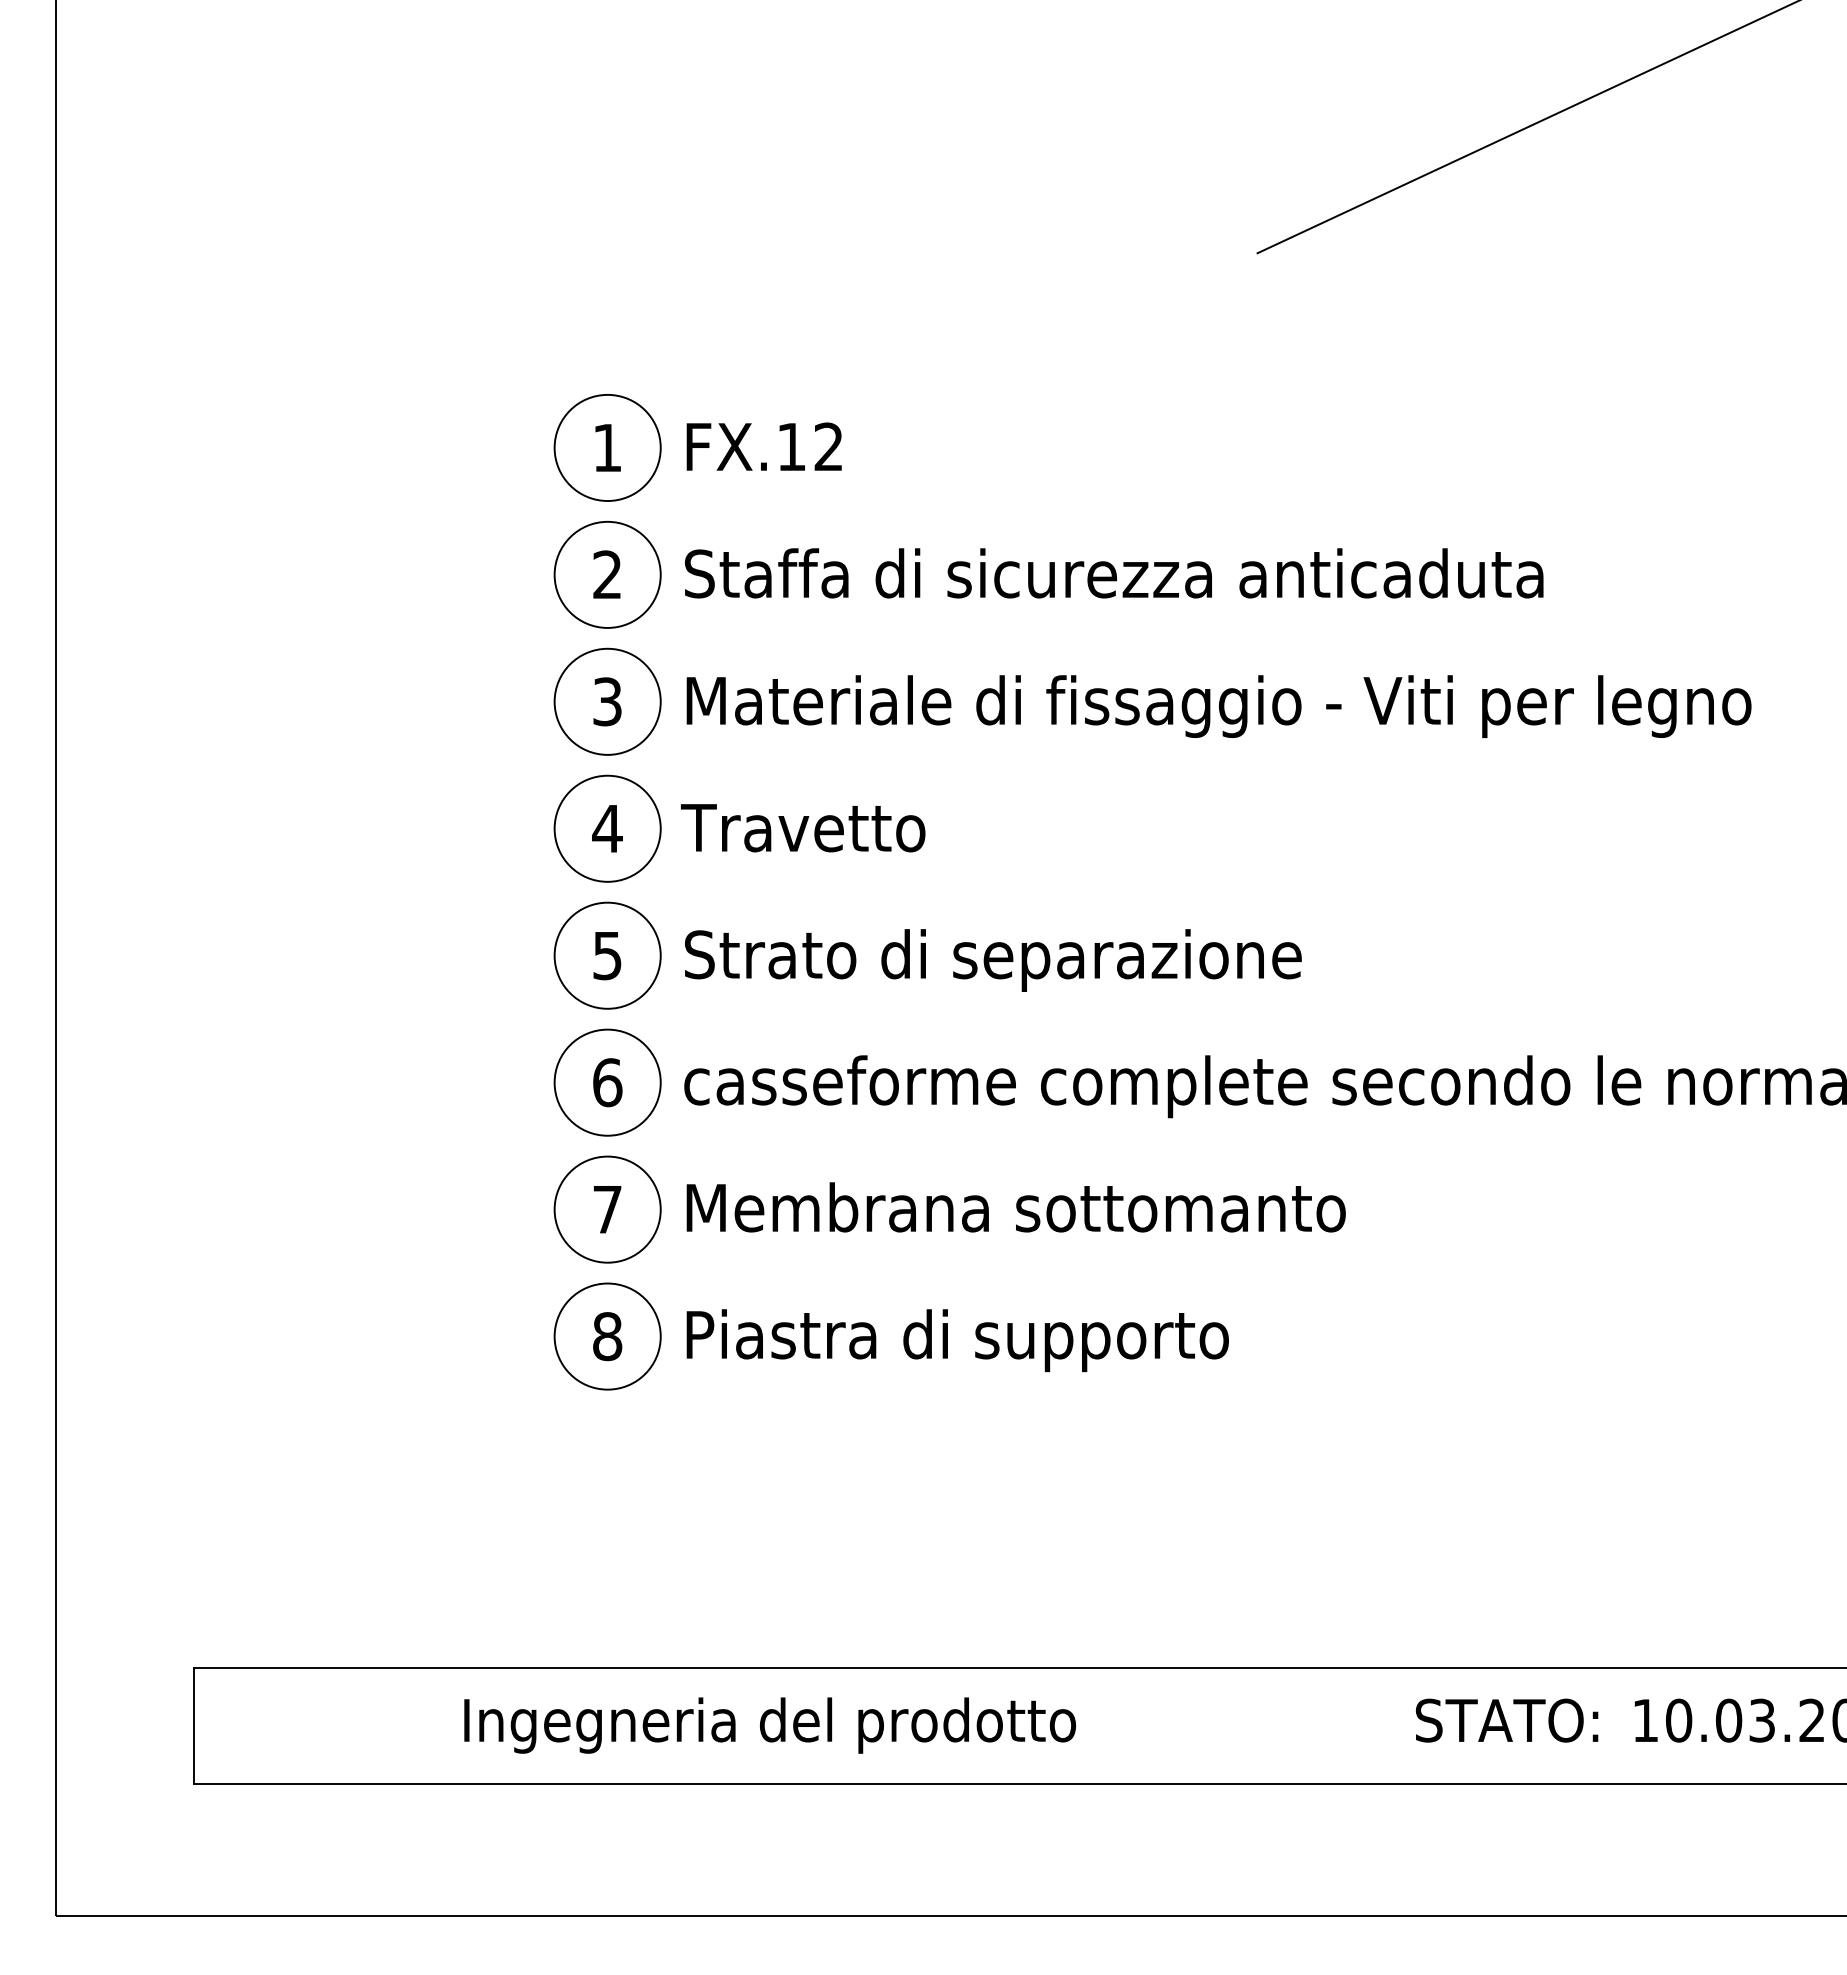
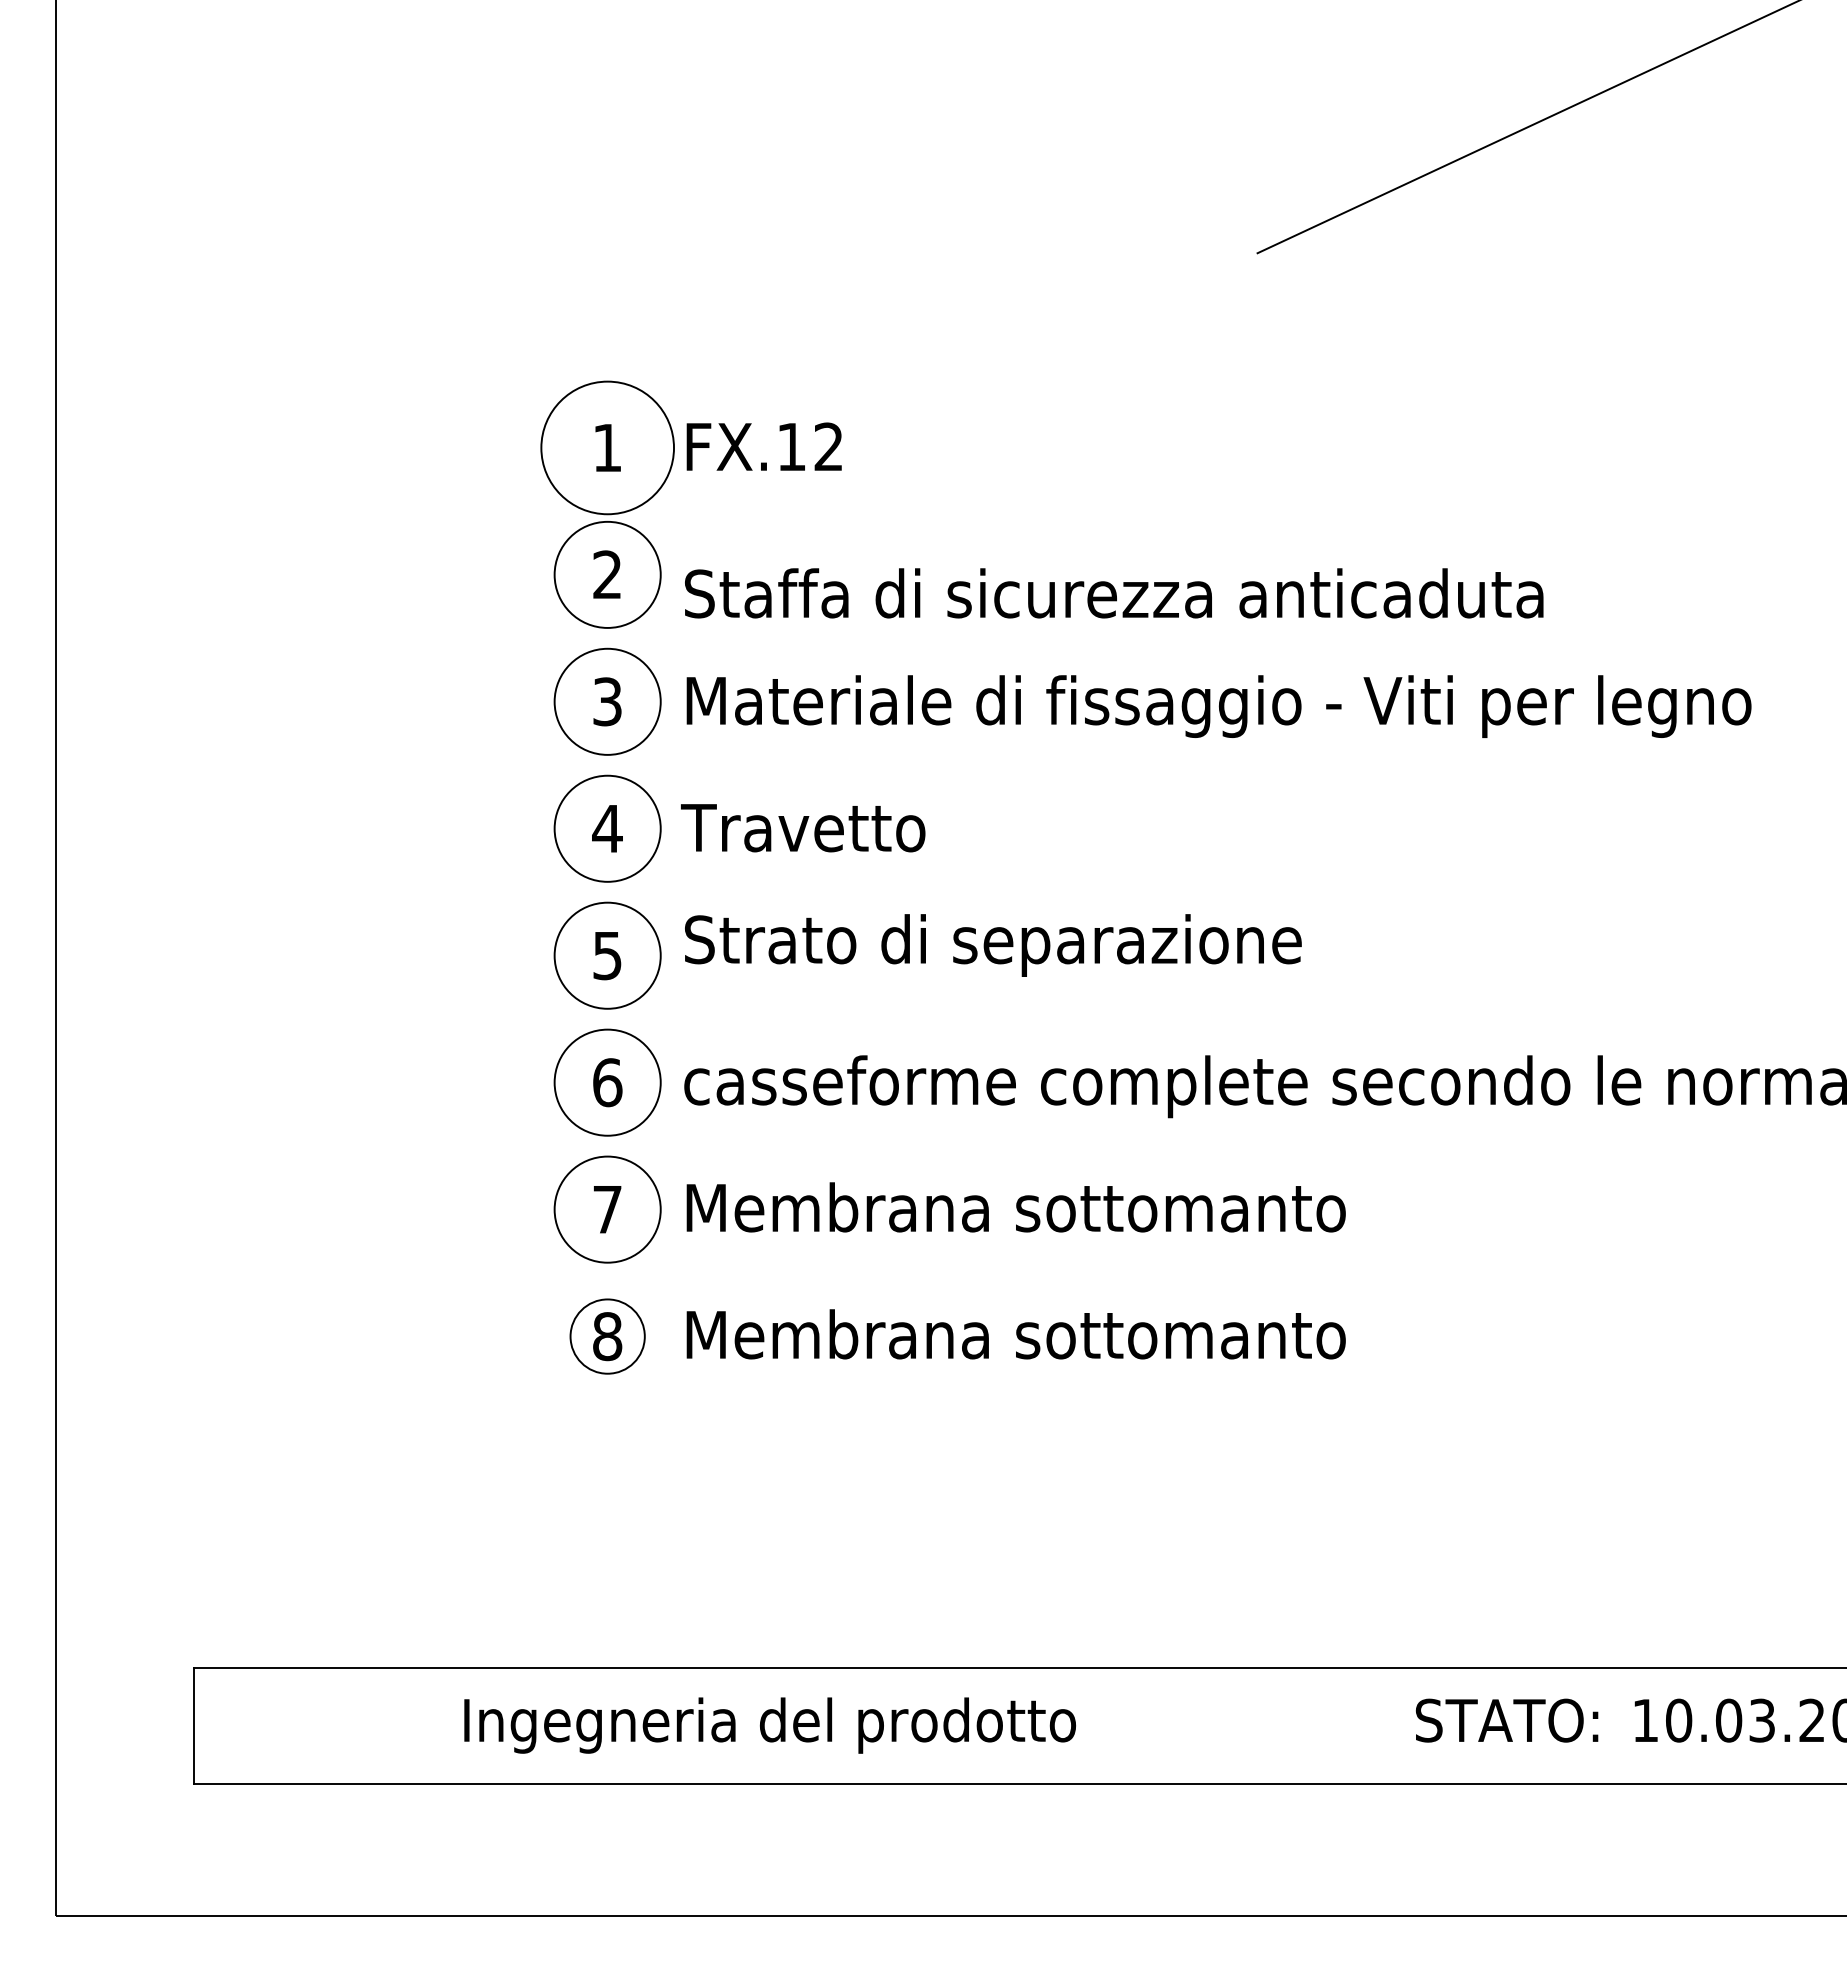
circle at (607, 447) diameter: 106 px -> 133 px
text at (1114, 573) position: (1114, 573) -> (1114, 593)
text at (993, 960) position: (993, 960) -> (993, 945)
circle at (607, 1336) diameter: 106 px -> 74 px
text at (1018, 1340): Piastra di supporto -> Membrana sottomanto
